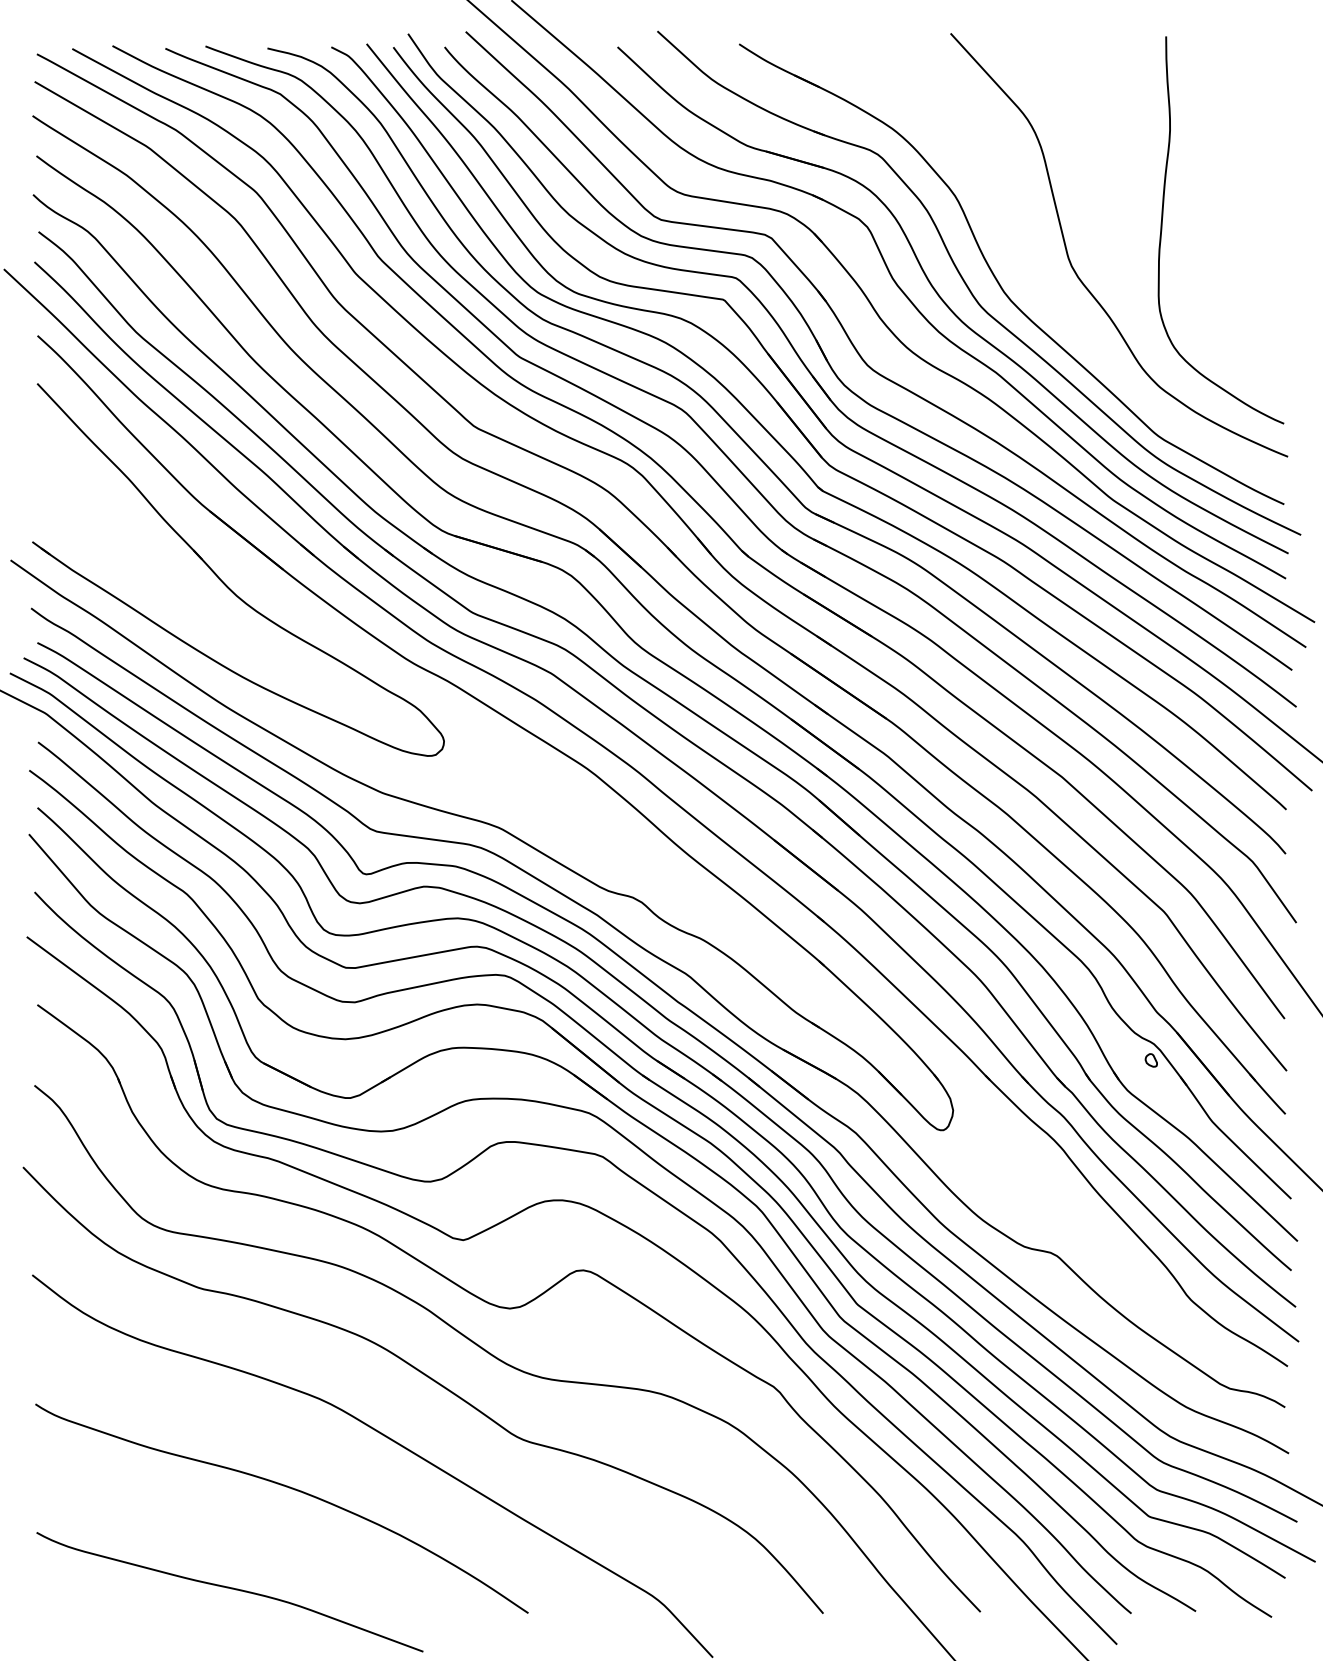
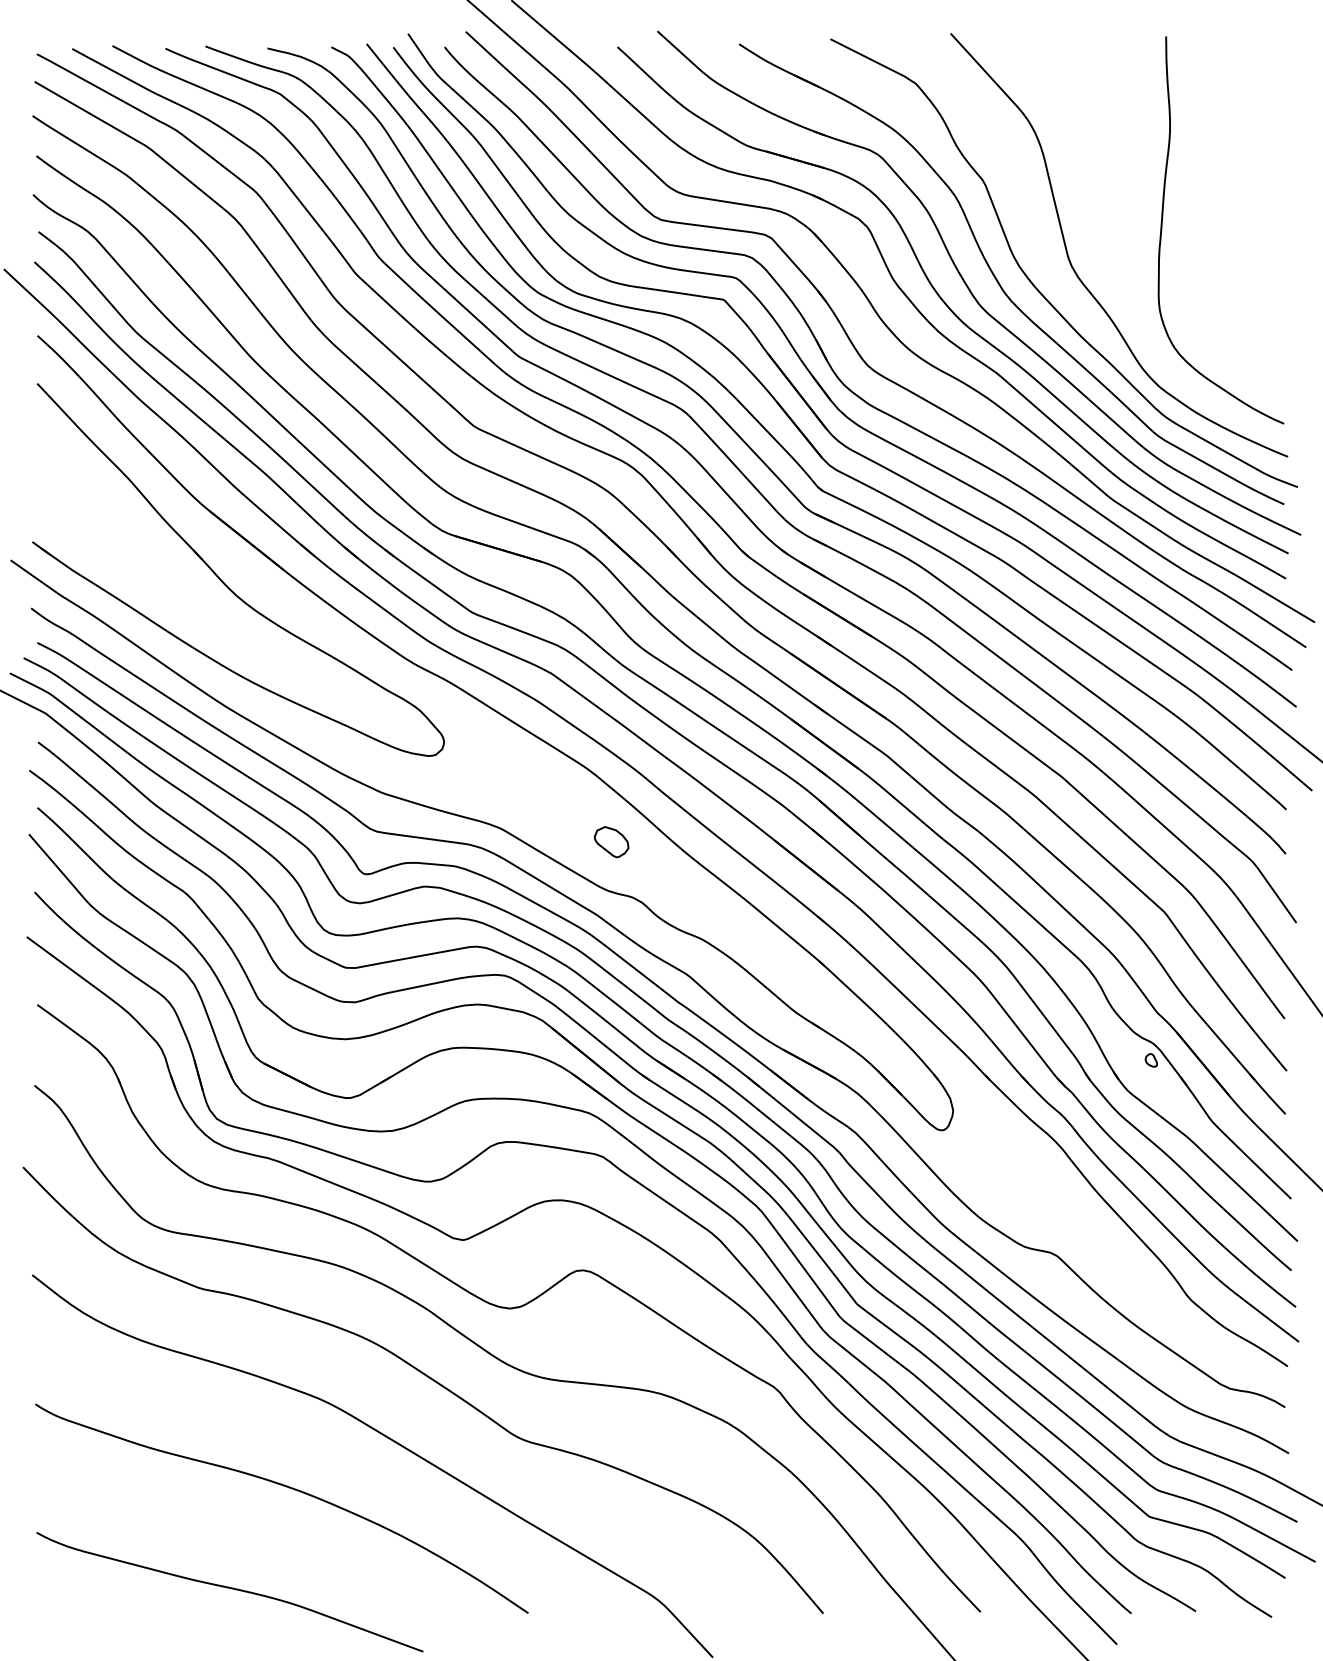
curve at (1034, 284): none -> present
part at (611, 842): none -> present
